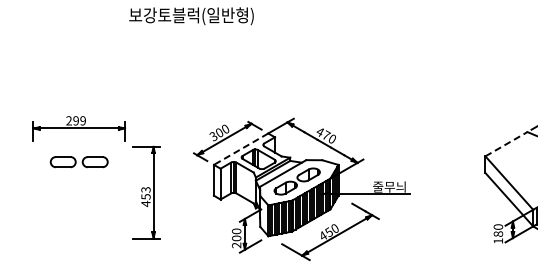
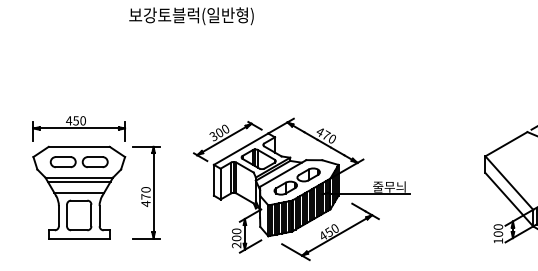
text at (75, 120): 299 -> 450
line at (506, 143): dashed -> solid
line at (240, 149): dashed -> solid
part at (79, 192): none -> present
text at (145, 193): 453 -> 470
text at (498, 233): 180 -> 100
